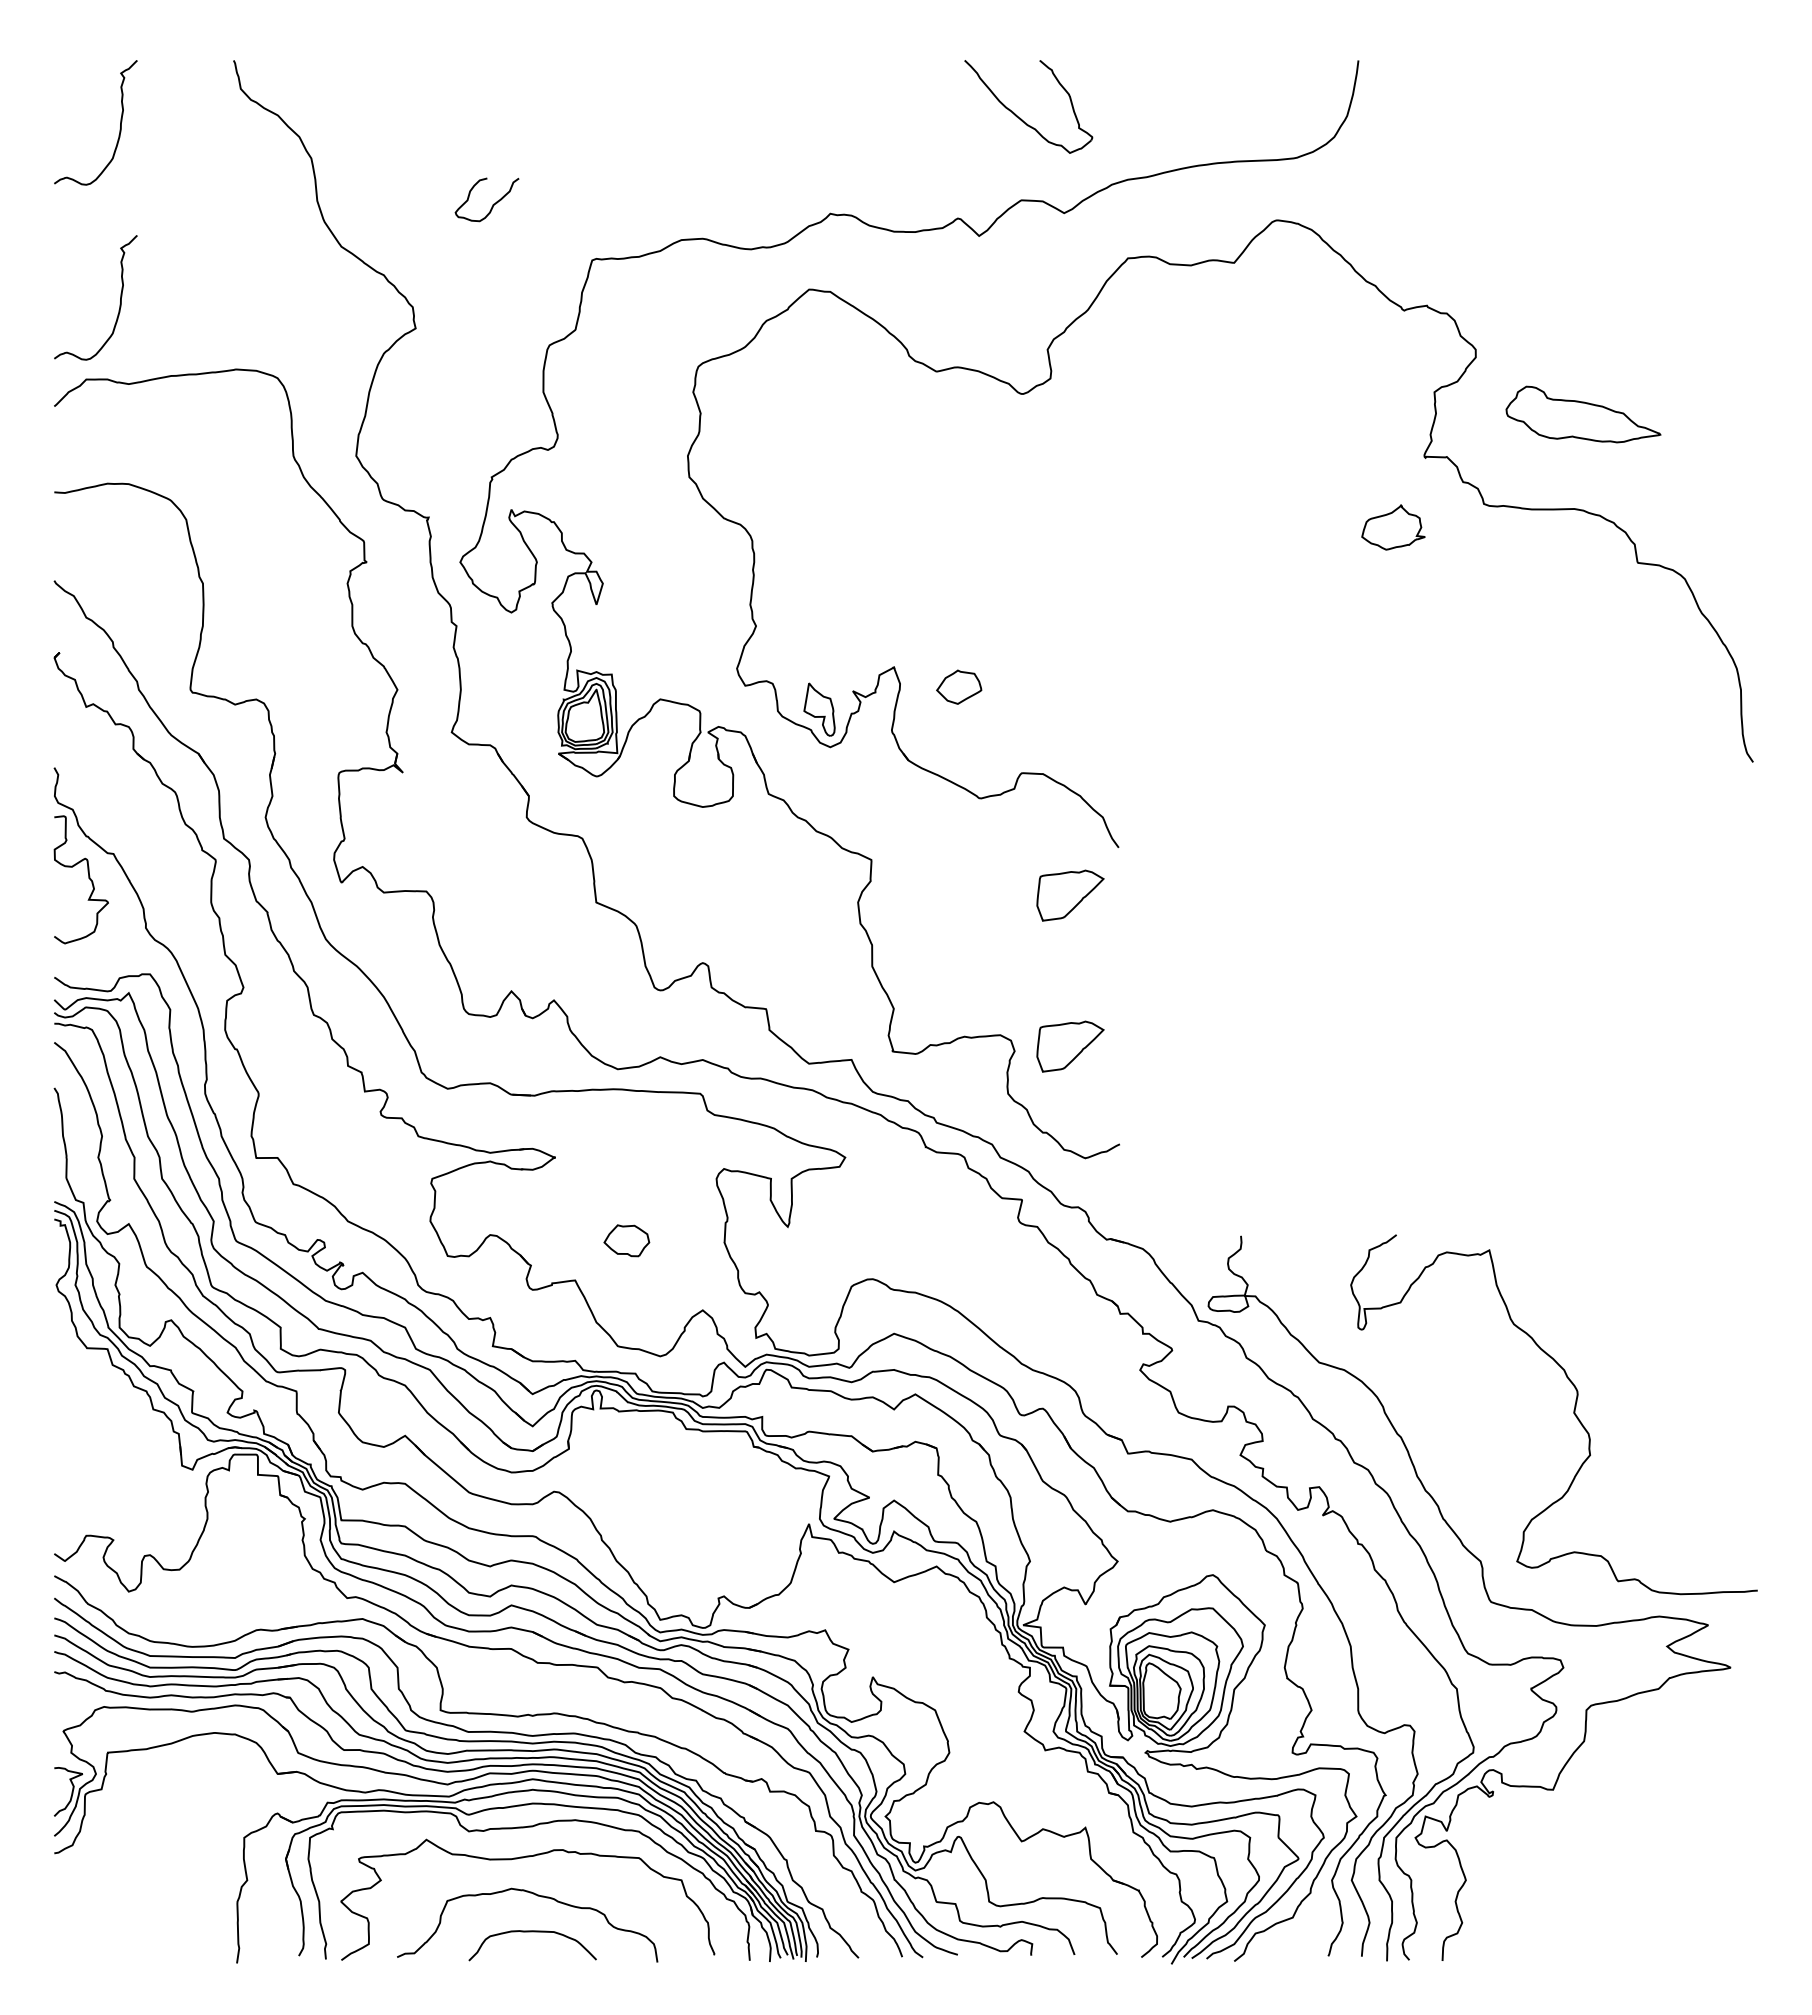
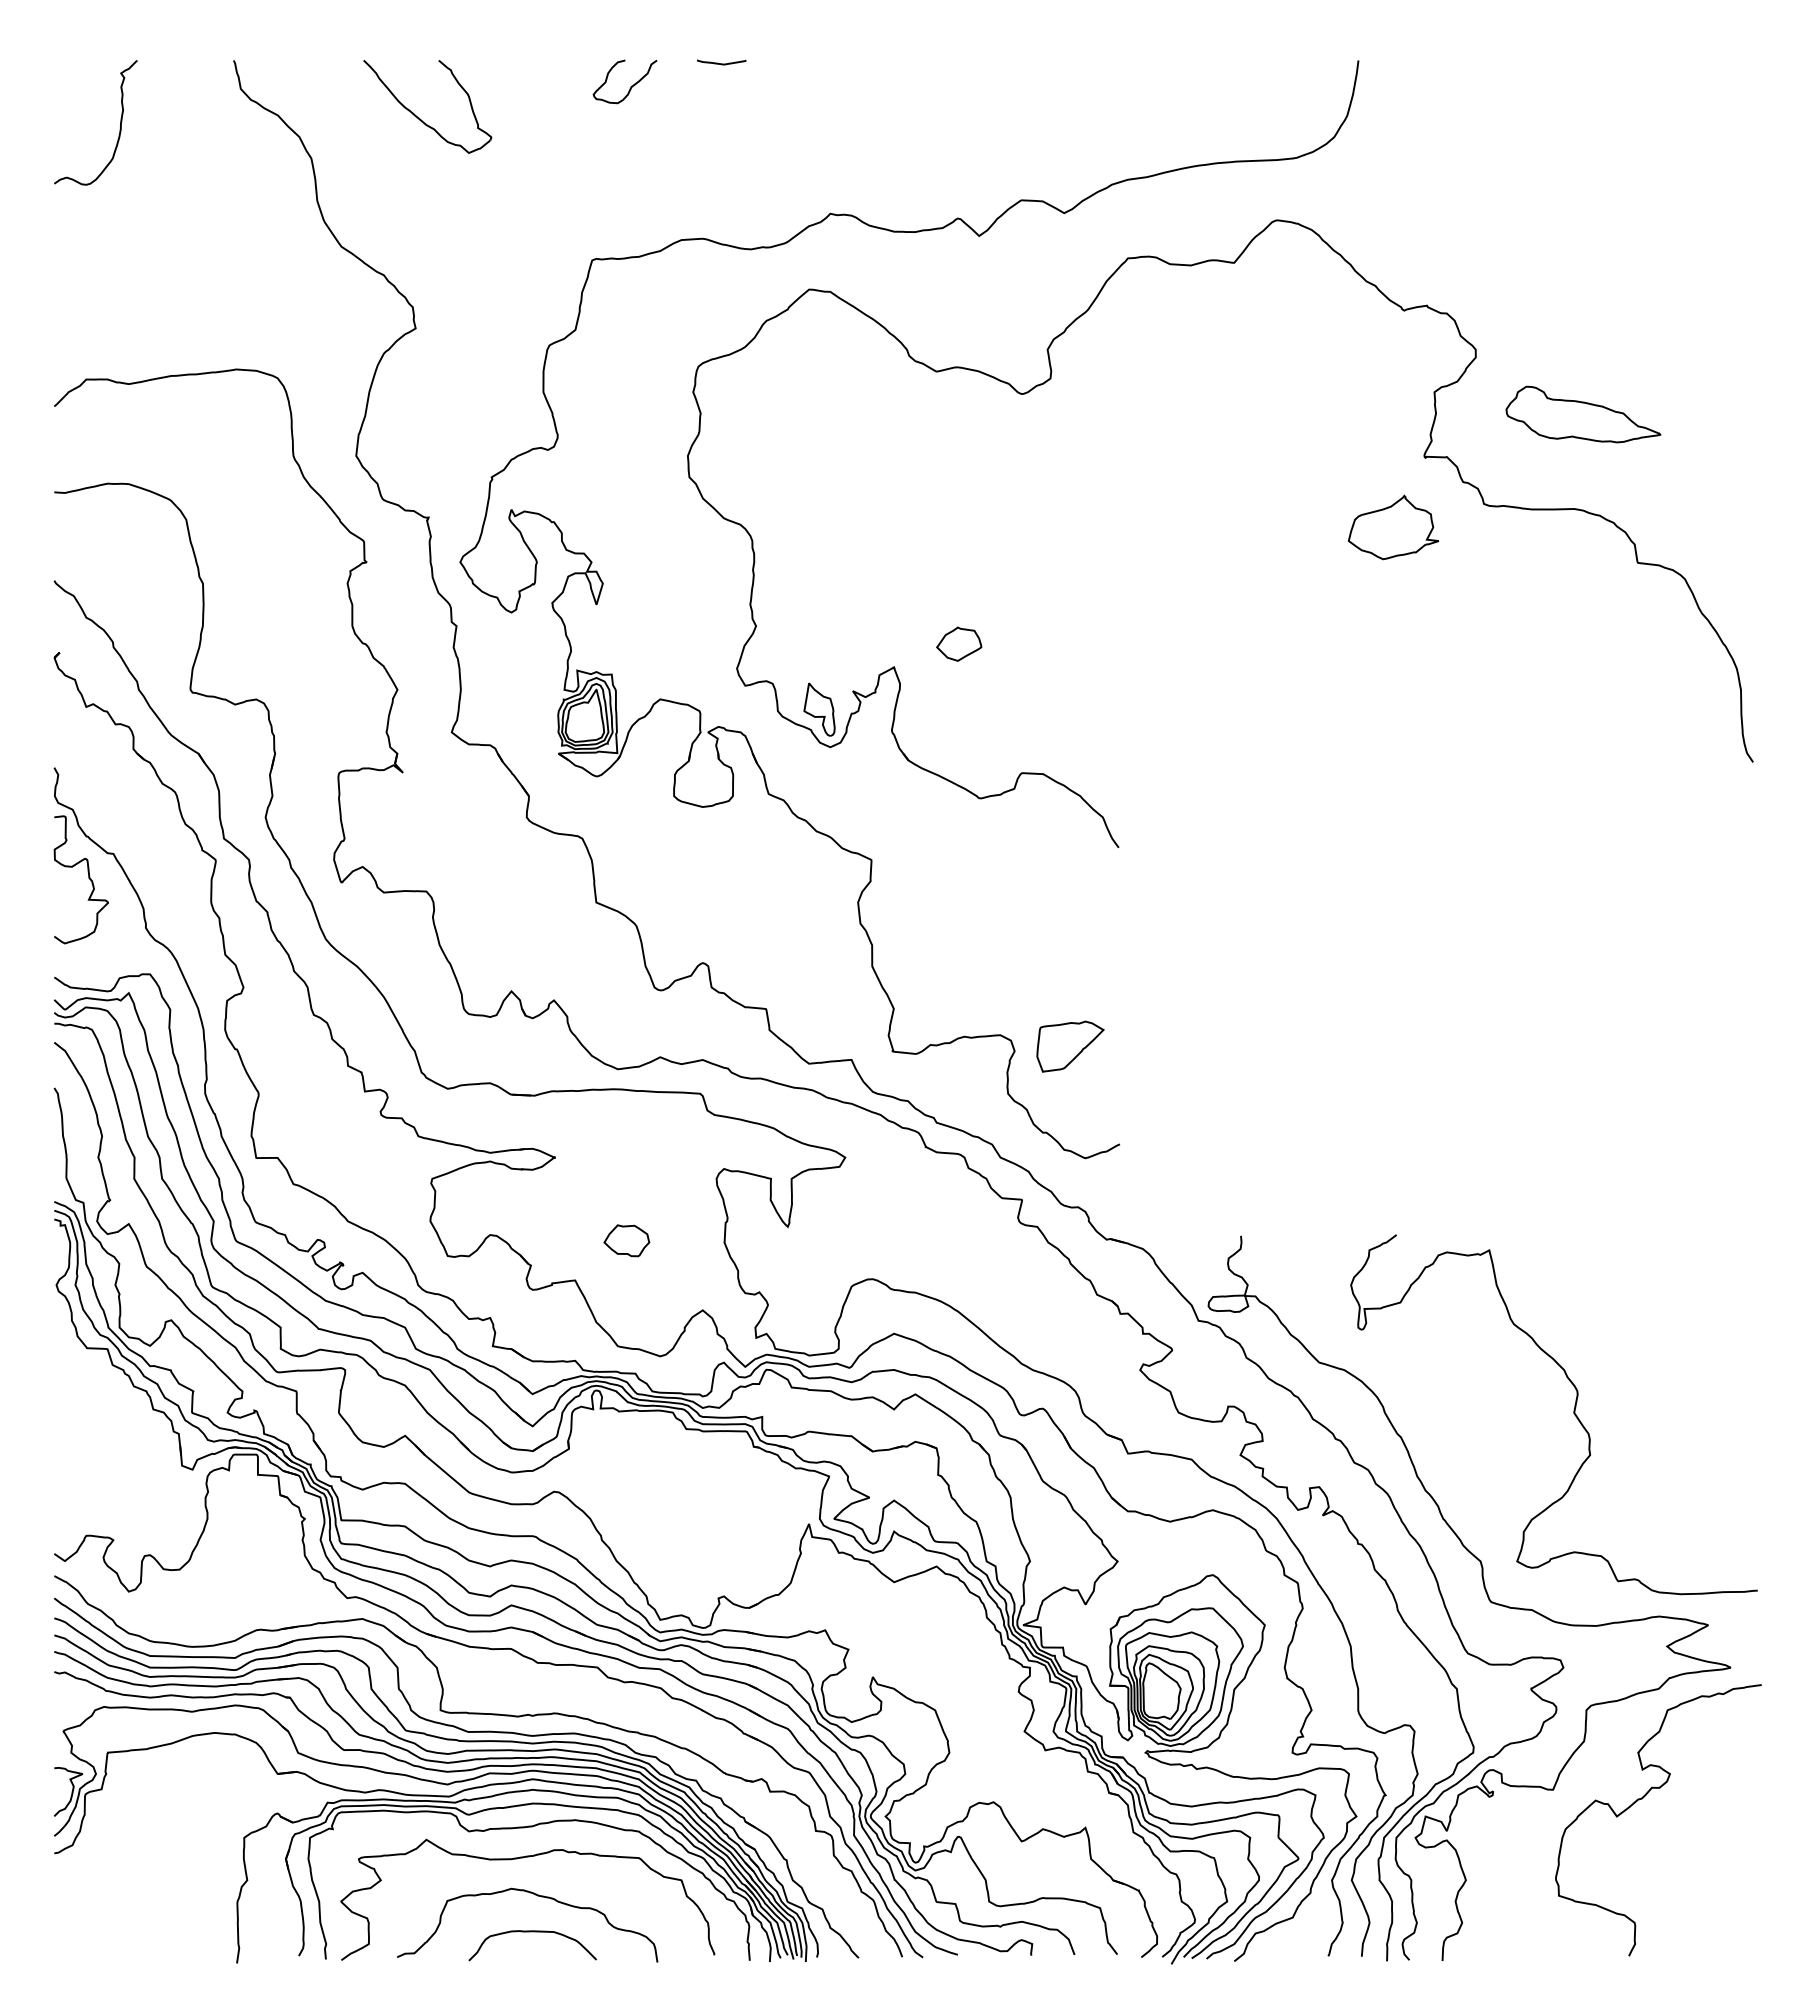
curve at (721, 63): none -> present
part at (1020, 117) position: (1020, 117) -> (419, 117)
curve at (492, 204) position: (492, 204) -> (630, 86)
curve at (120, 297): present -> none
part at (1393, 527) size: 65x47 px -> 93x67 px
part at (959, 686) position: (959, 686) -> (959, 643)
part at (1070, 895): present -> none
curve at (1642, 1799): none -> present
